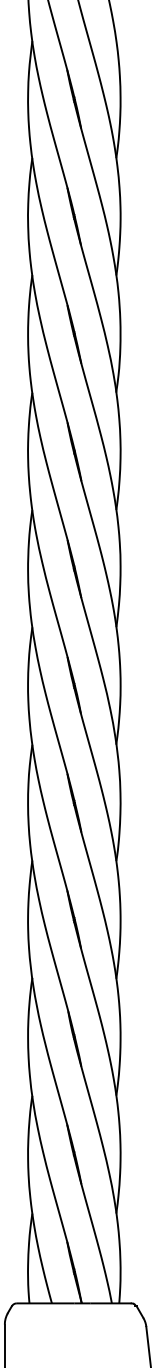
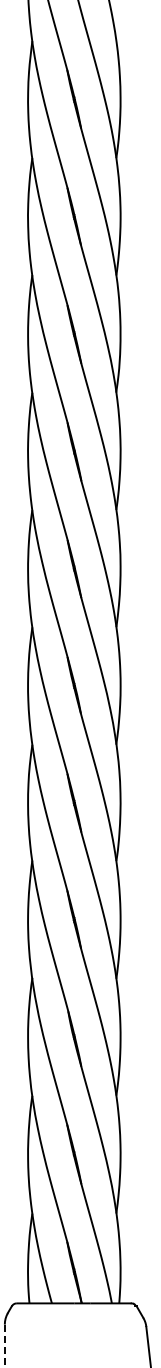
line at (4, 1346): solid -> dashed
